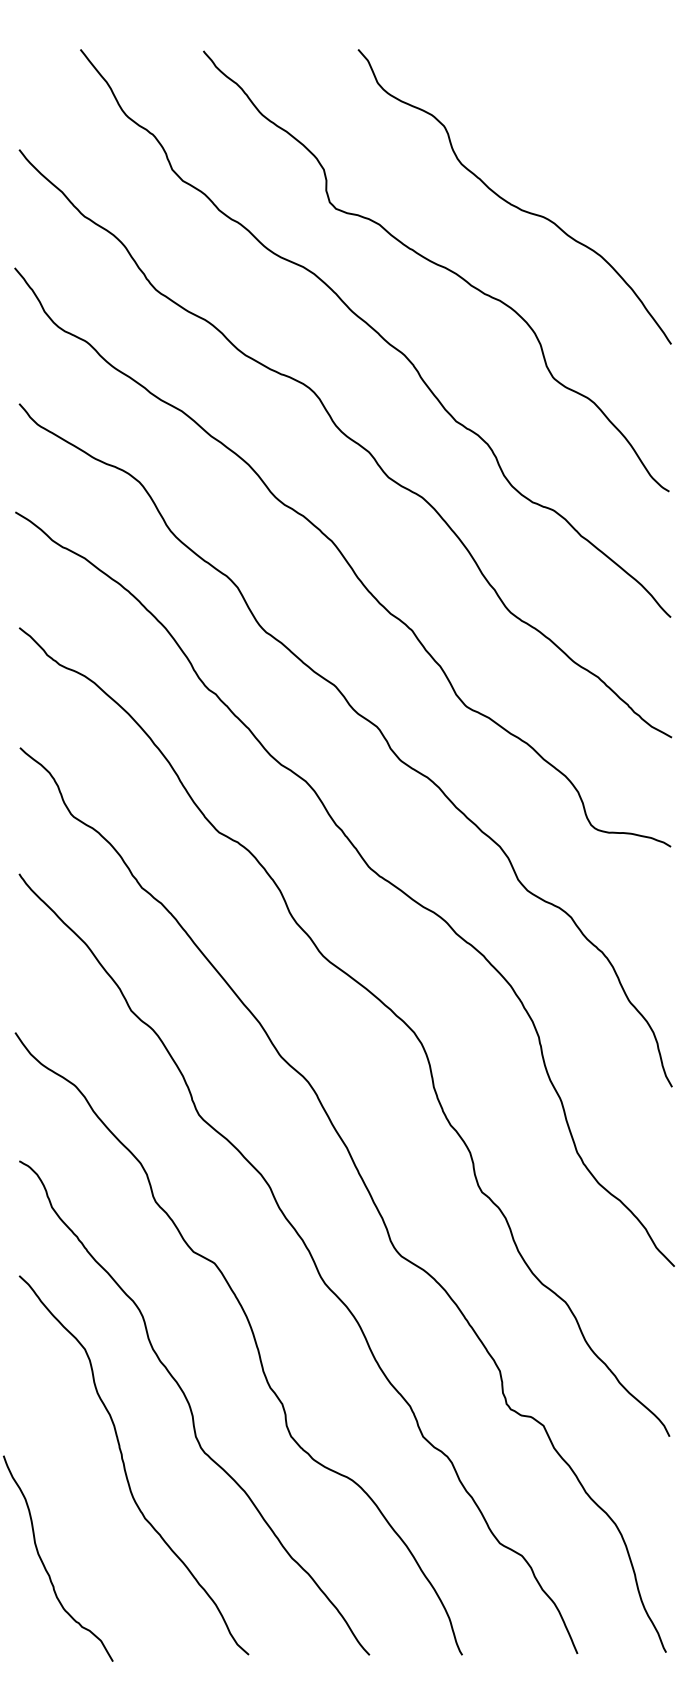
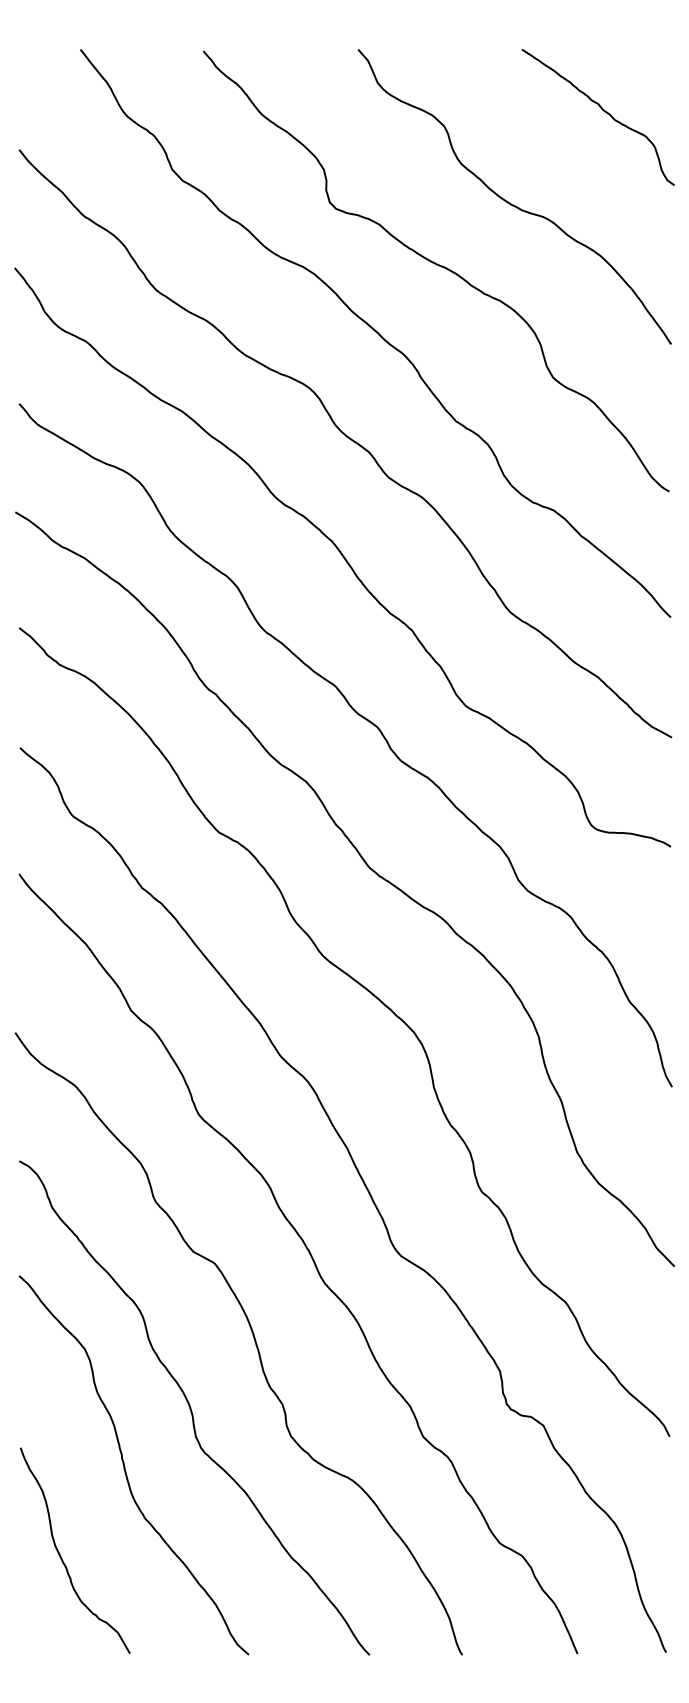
curve at (603, 111): none -> present
curve at (44, 1564) position: (44, 1564) -> (61, 1556)
